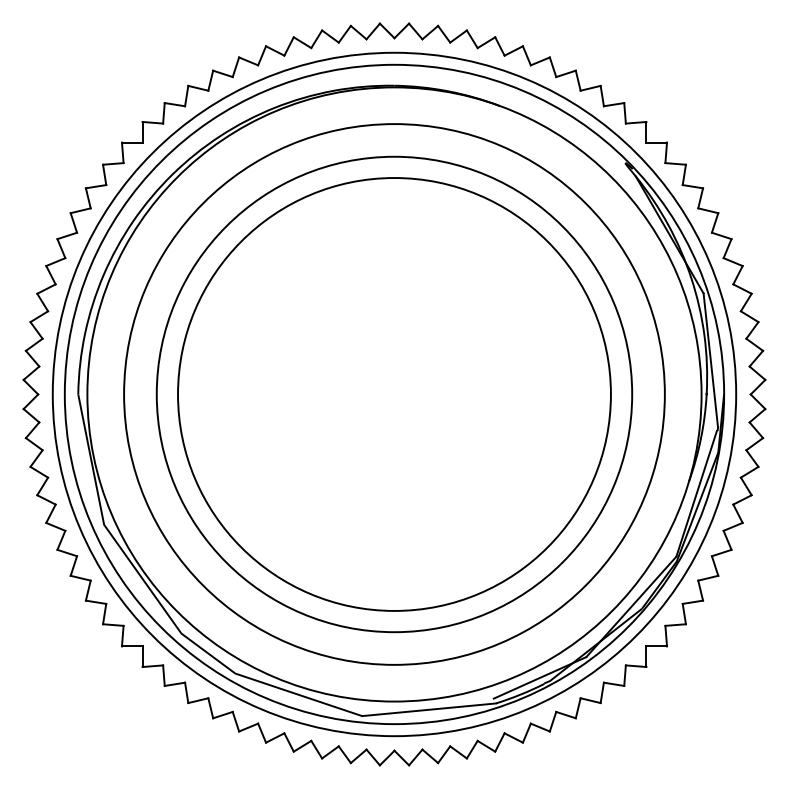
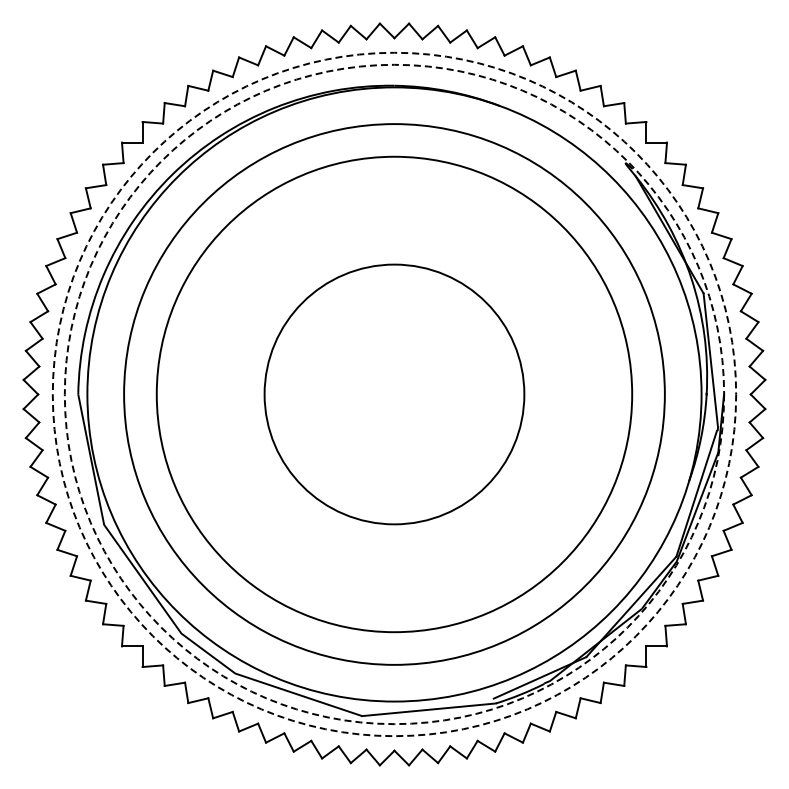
circle at (394, 394) diameter: 433 px -> 260 px
circle at (394, 394): solid -> dashed
circle at (394, 394): solid -> dashed
